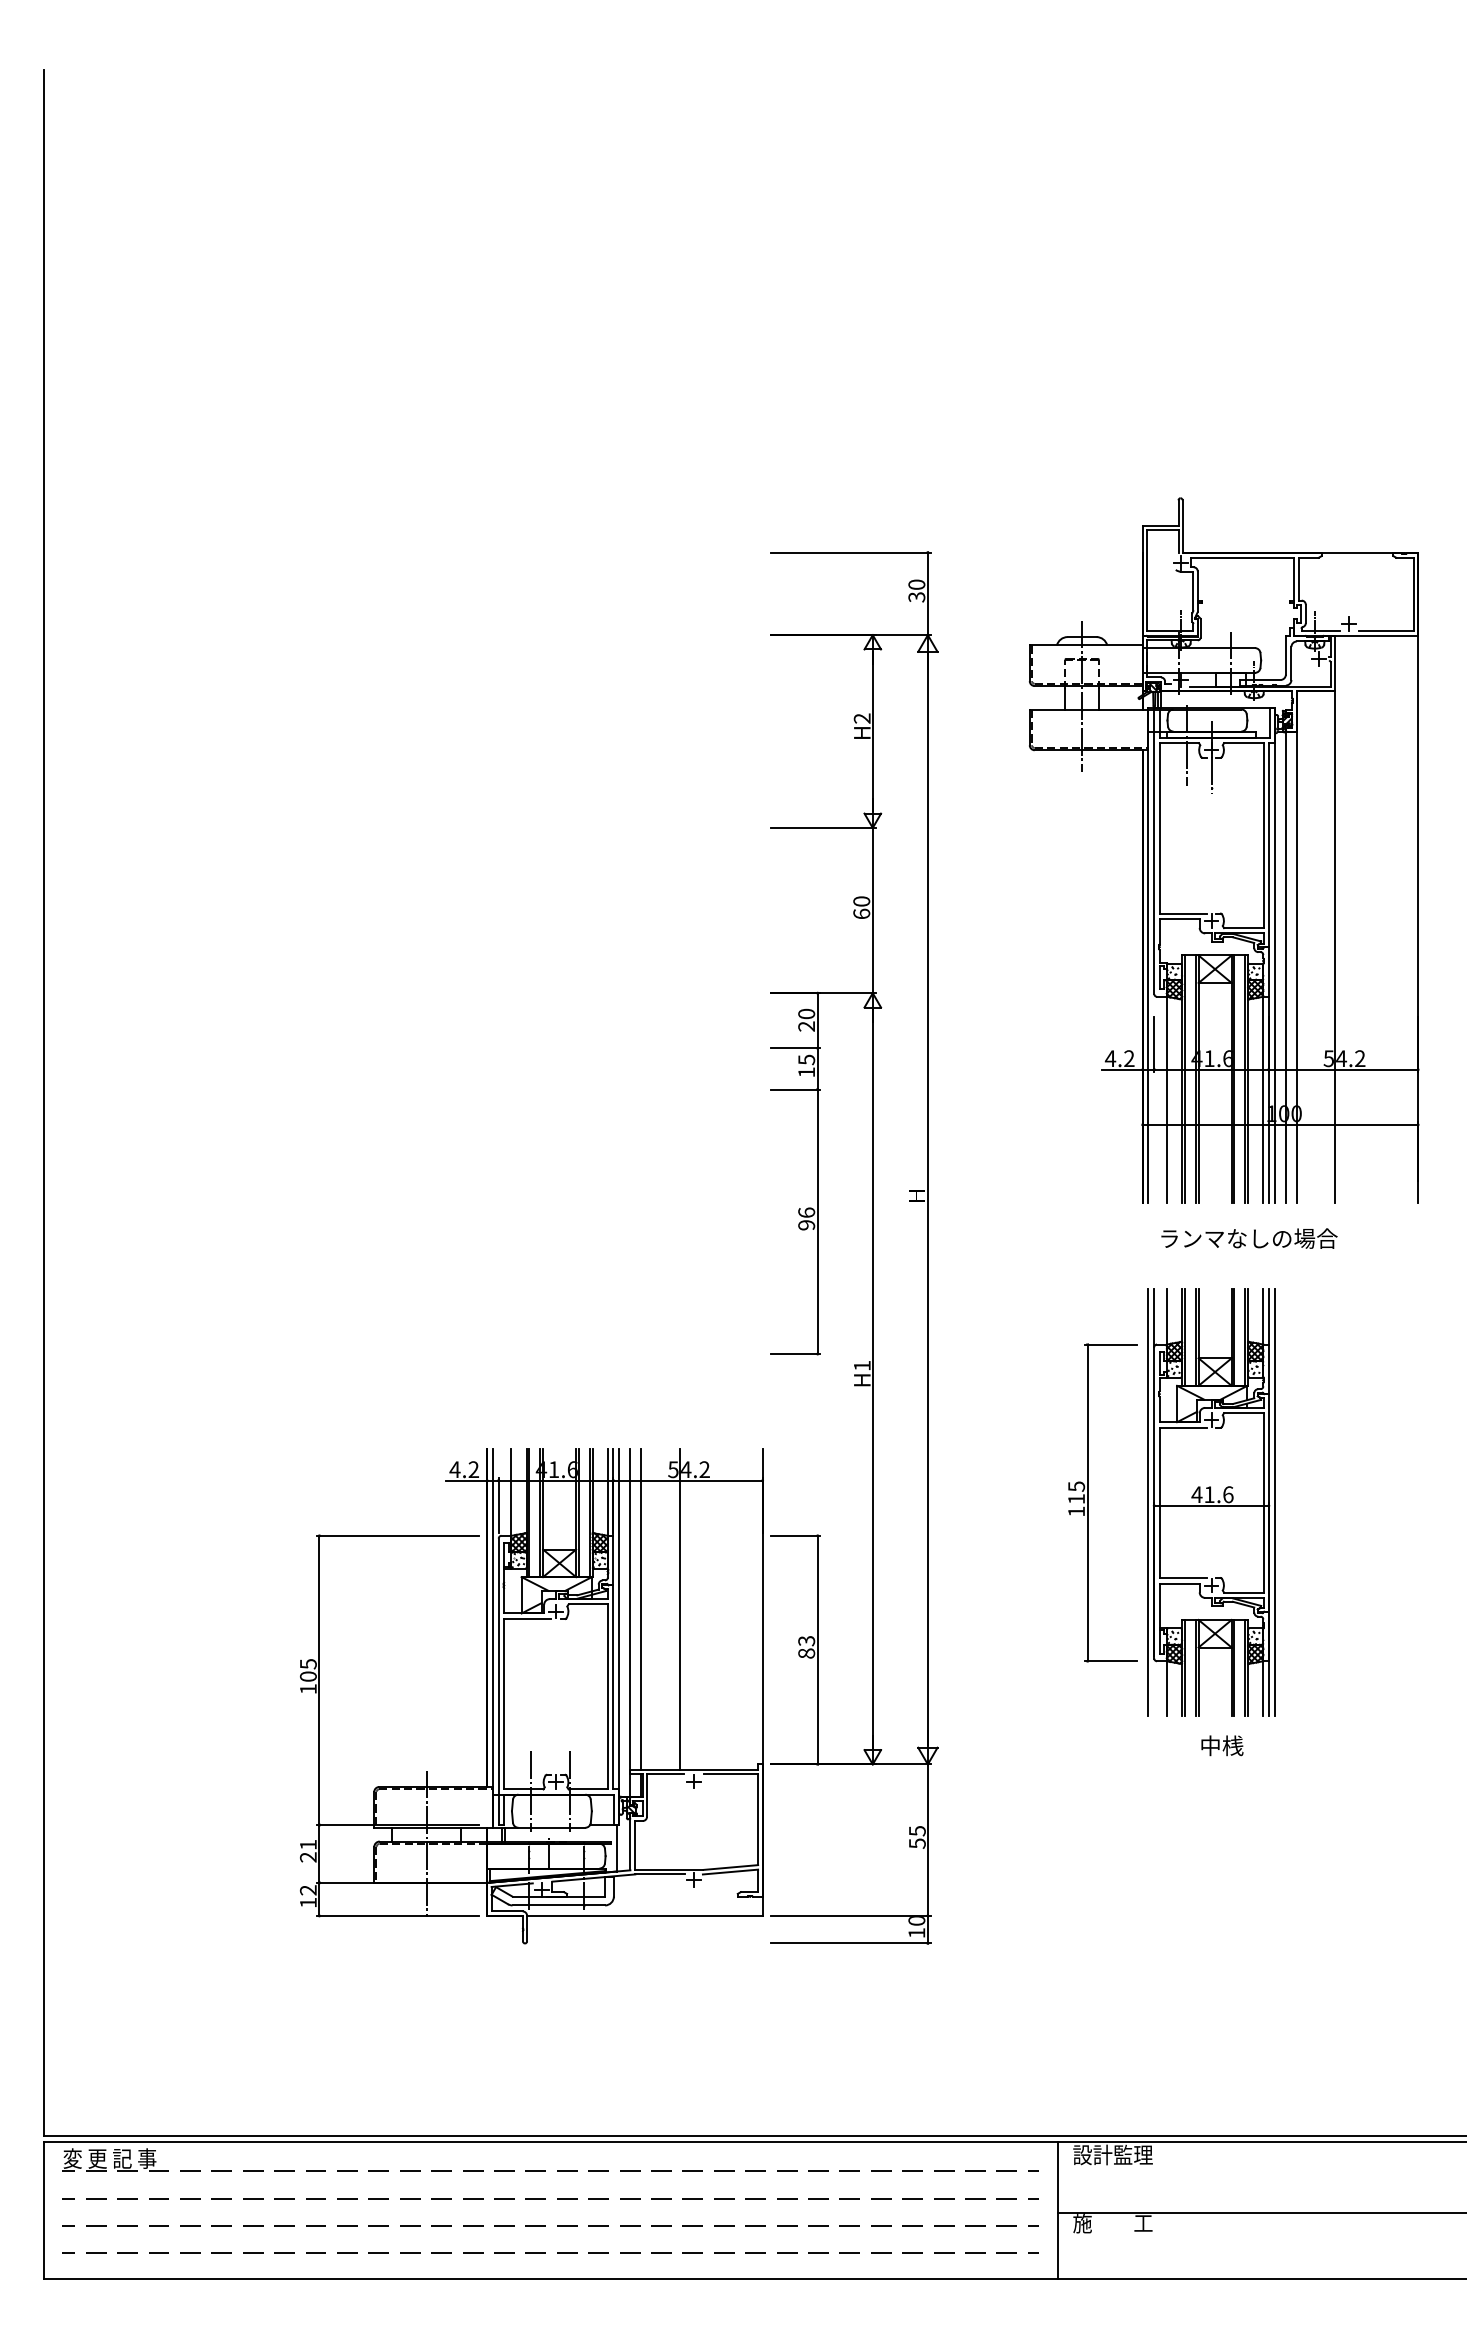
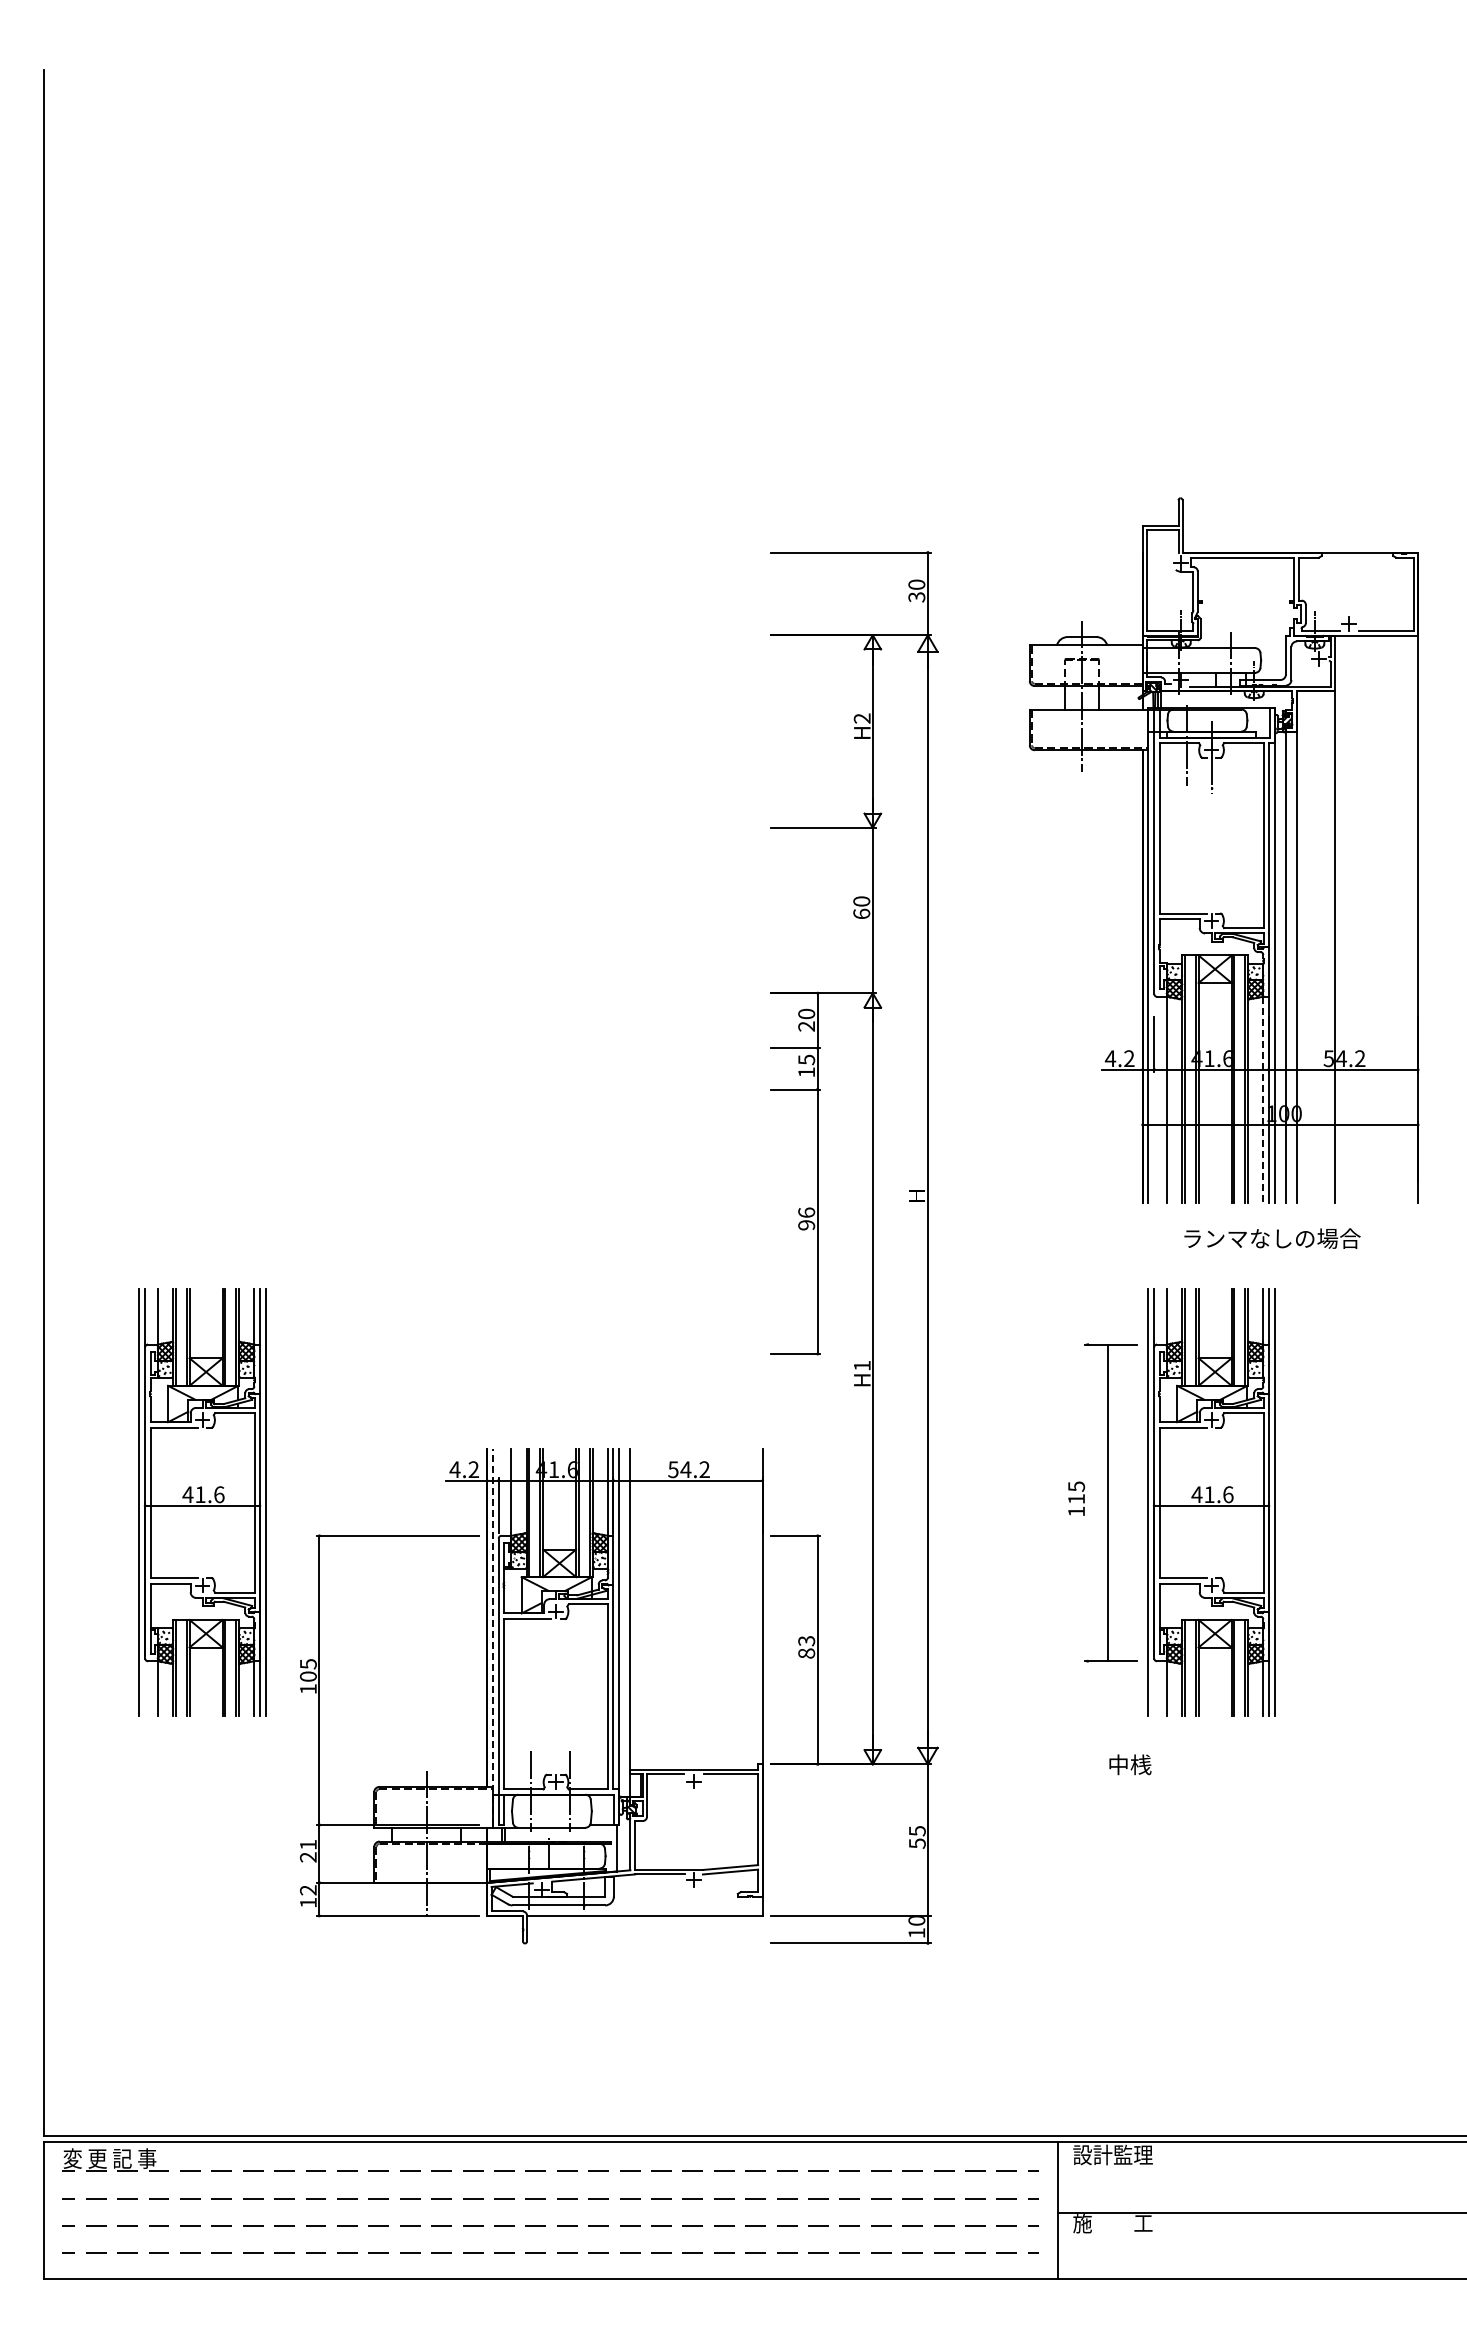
line at (1263, 1100): solid -> dashed
text at (1249, 1238) position: (1249, 1238) -> (1272, 1238)
part at (202, 1502): none -> present
line at (1087, 1502) position: (1087, 1502) -> (1107, 1502)
line at (641, 1609): present -> none
line at (679, 1609): present -> none
line at (492, 1637): solid -> dashed
text at (1222, 1745) position: (1222, 1745) -> (1130, 1764)
